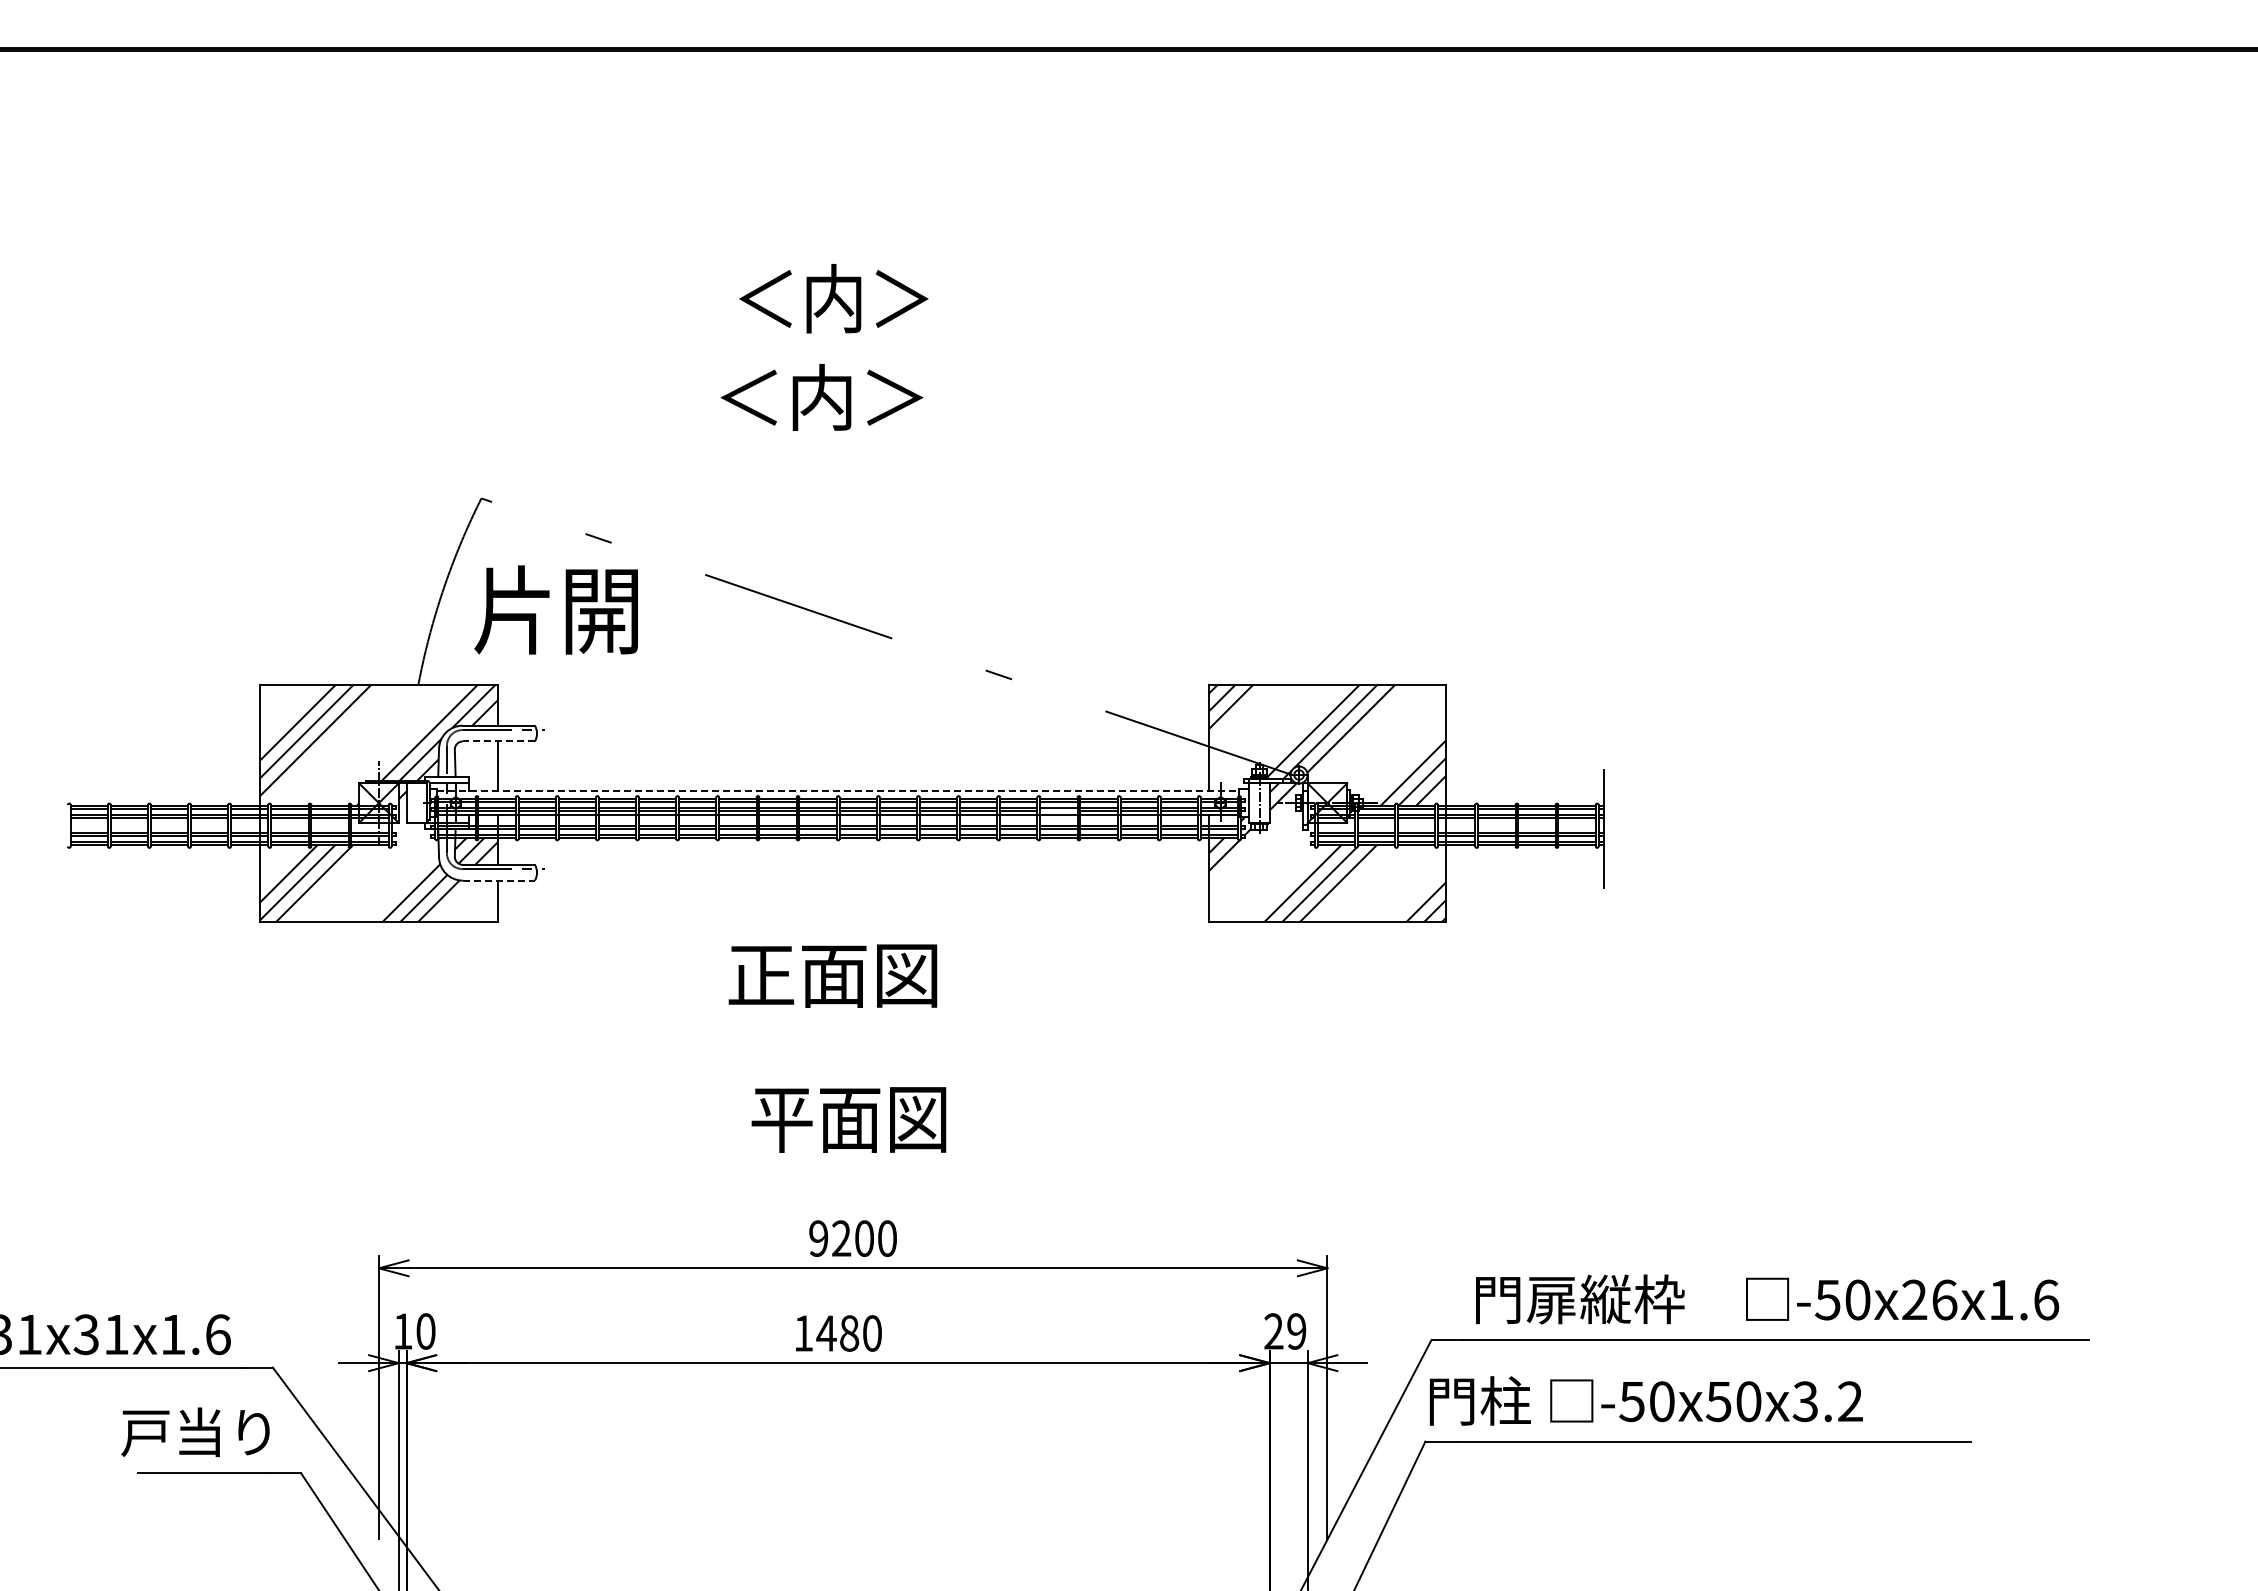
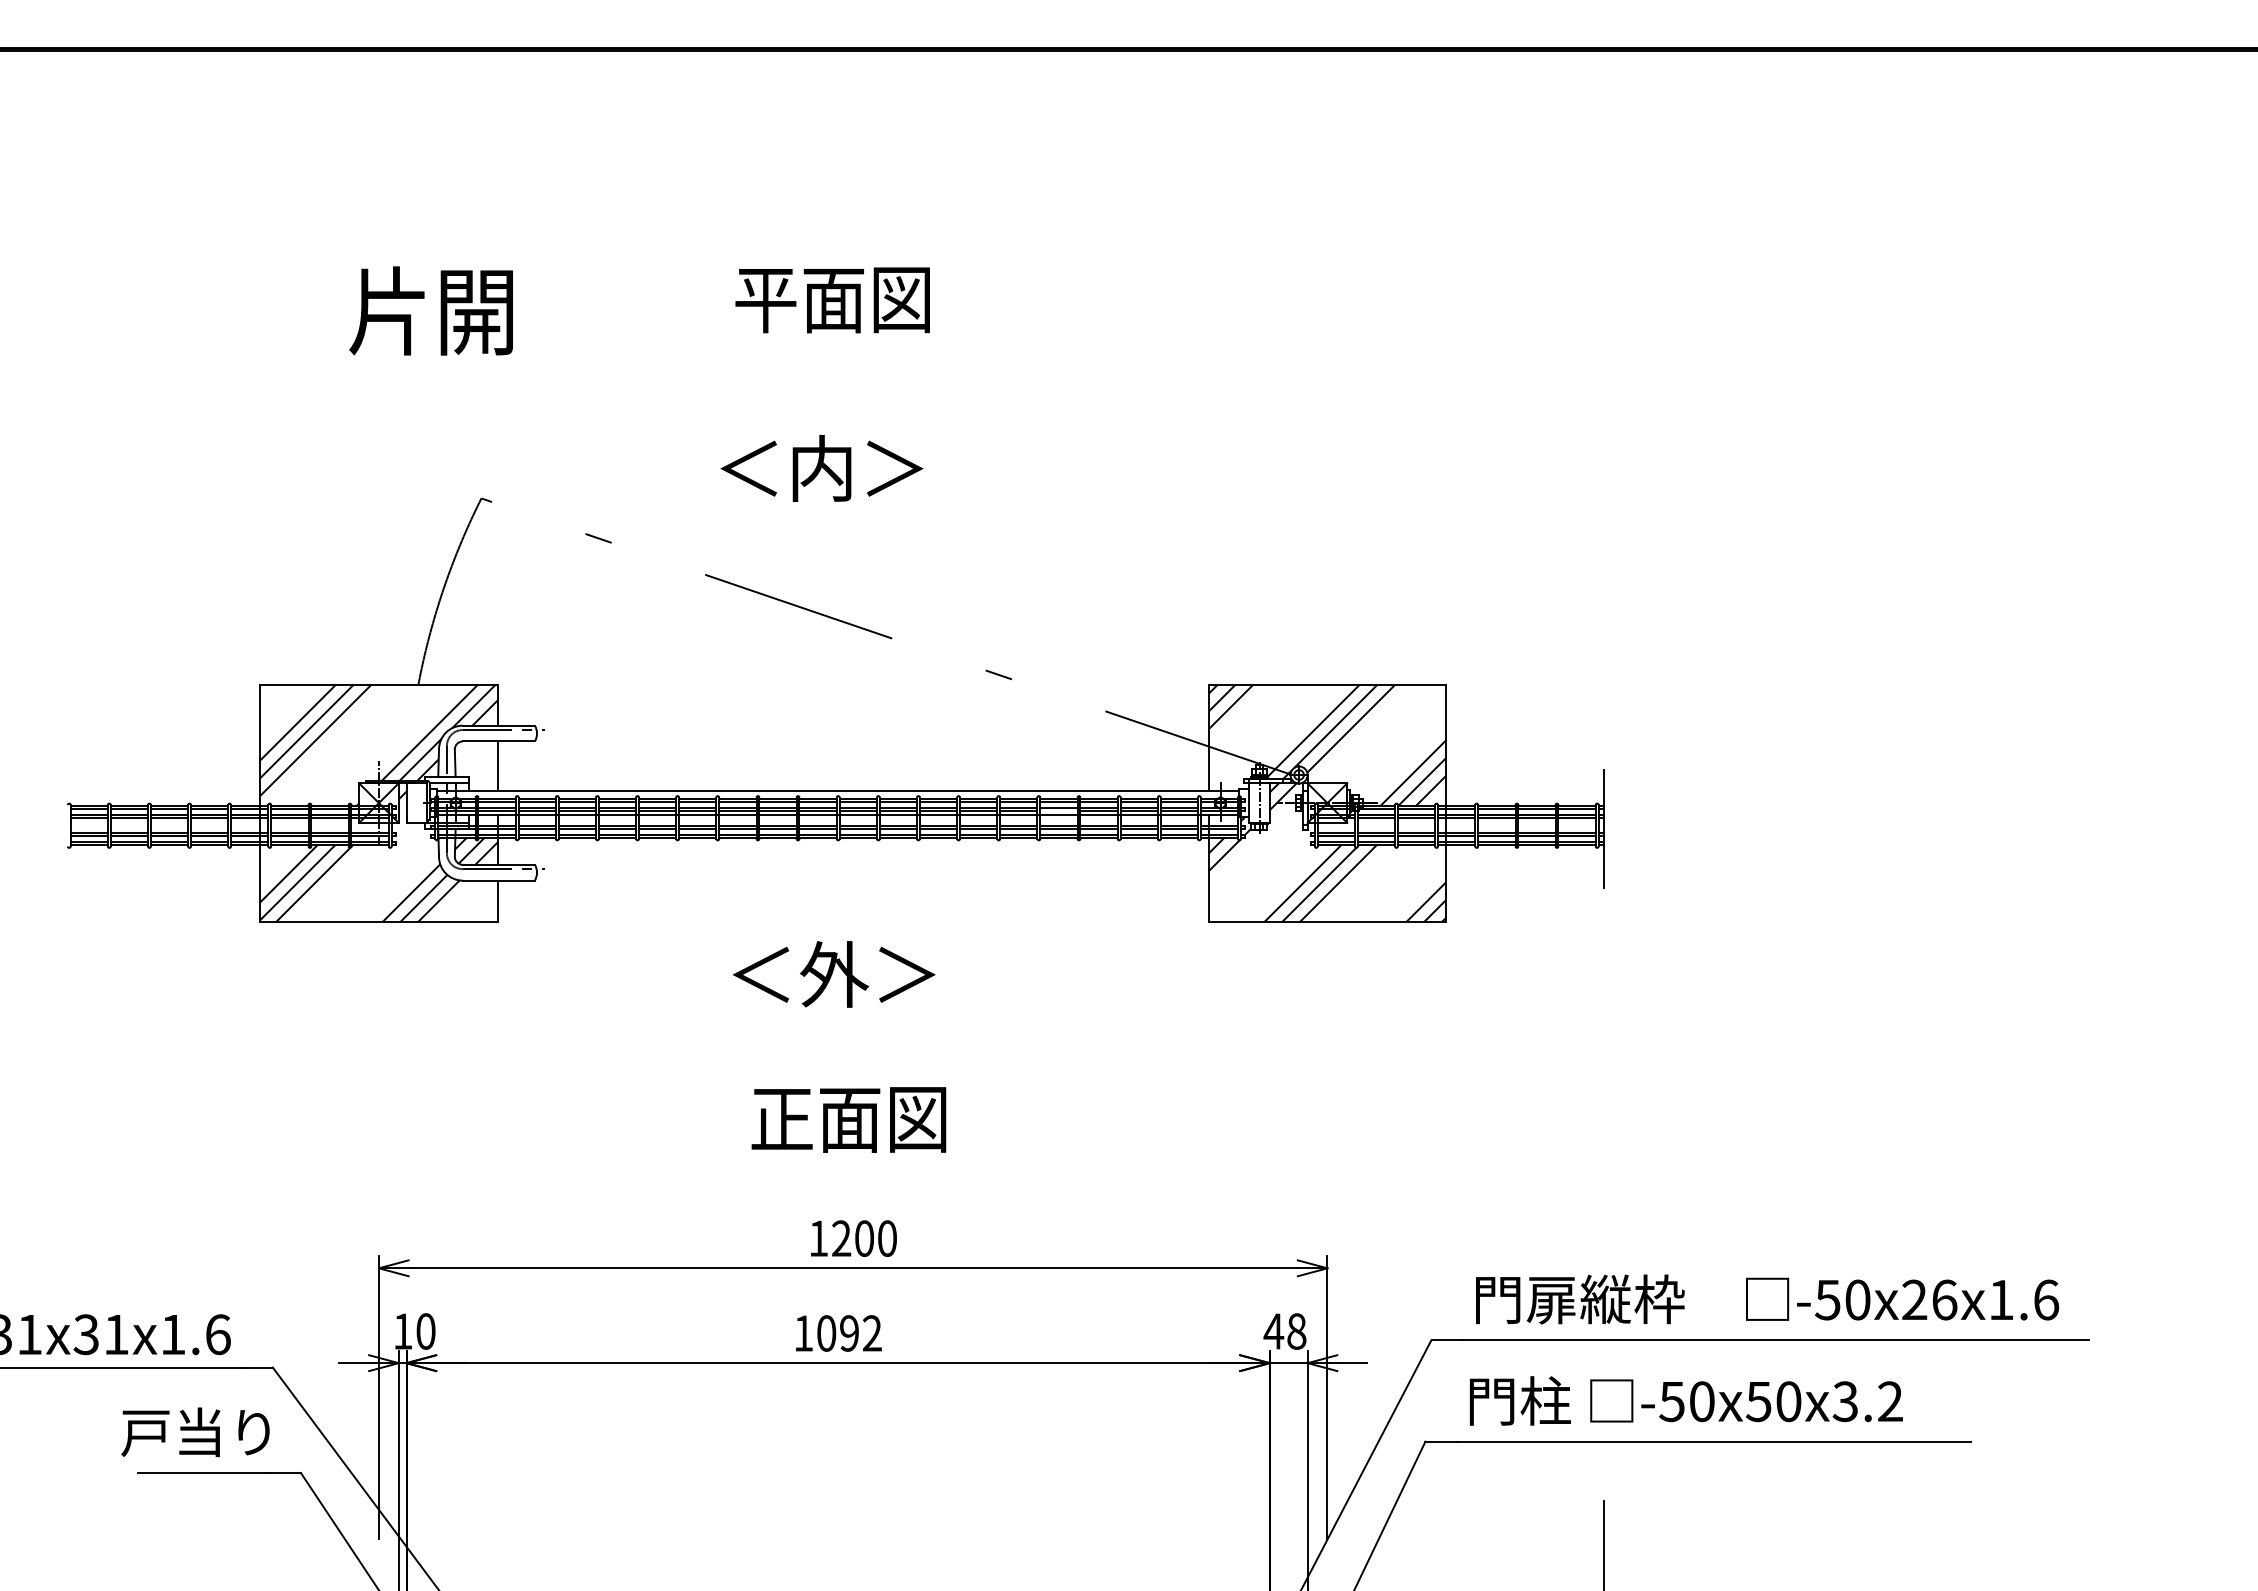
text at (832, 298): ＜内＞ -> 平面図
text at (821, 397) position: (821, 397) -> (821, 468)
text at (555, 609) position: (555, 609) -> (430, 310)
line at (498, 741): dashed -> solid
line at (838, 790): dashed -> solid
line at (499, 880): dashed -> solid
text at (832, 974): 正面図 -> ＜外＞
text at (781, 1120): 平面図 -> 正面図
text at (818, 1238): 9200 -> 1200
text at (1284, 1331): 29 -> 48
text at (848, 1333): 1480 -> 1092
text at (1646, 1400) position: (1646, 1400) -> (1686, 1400)
line at (1604, 1543): none -> present
